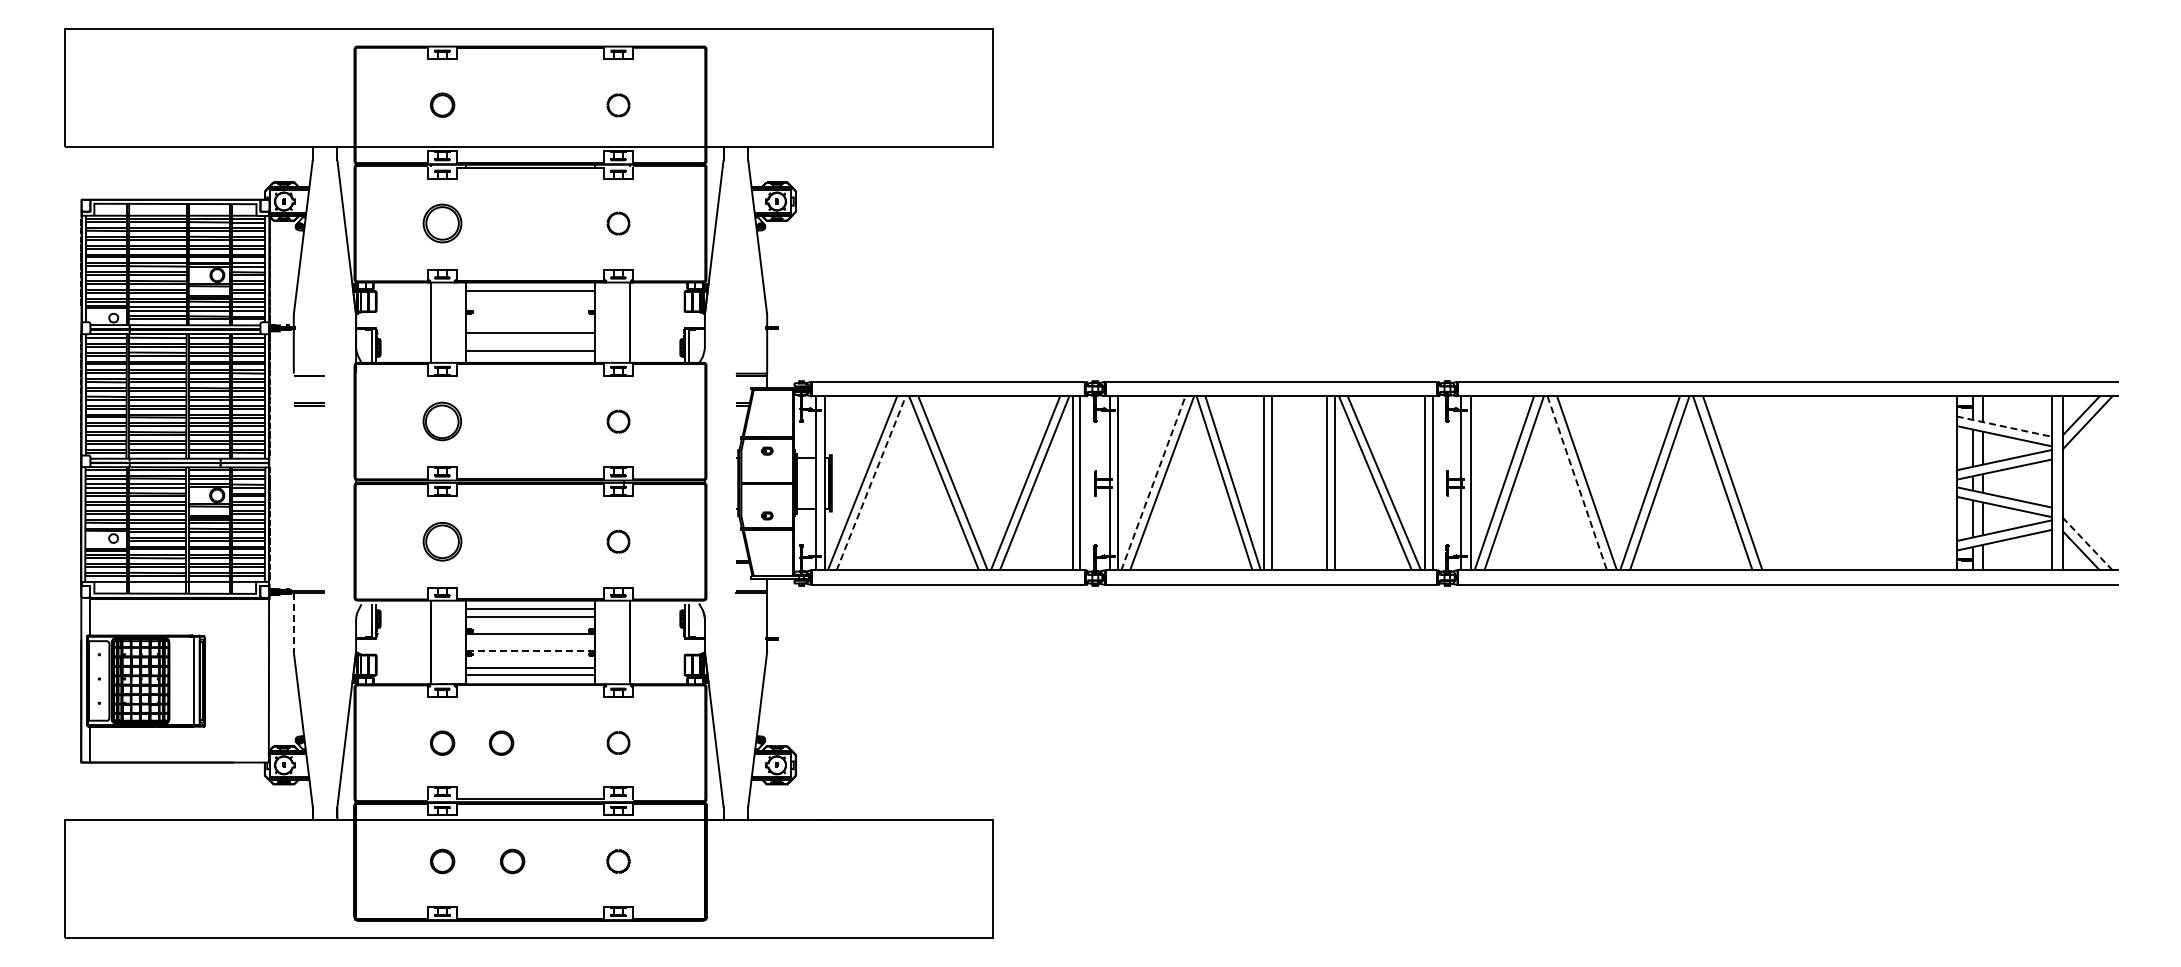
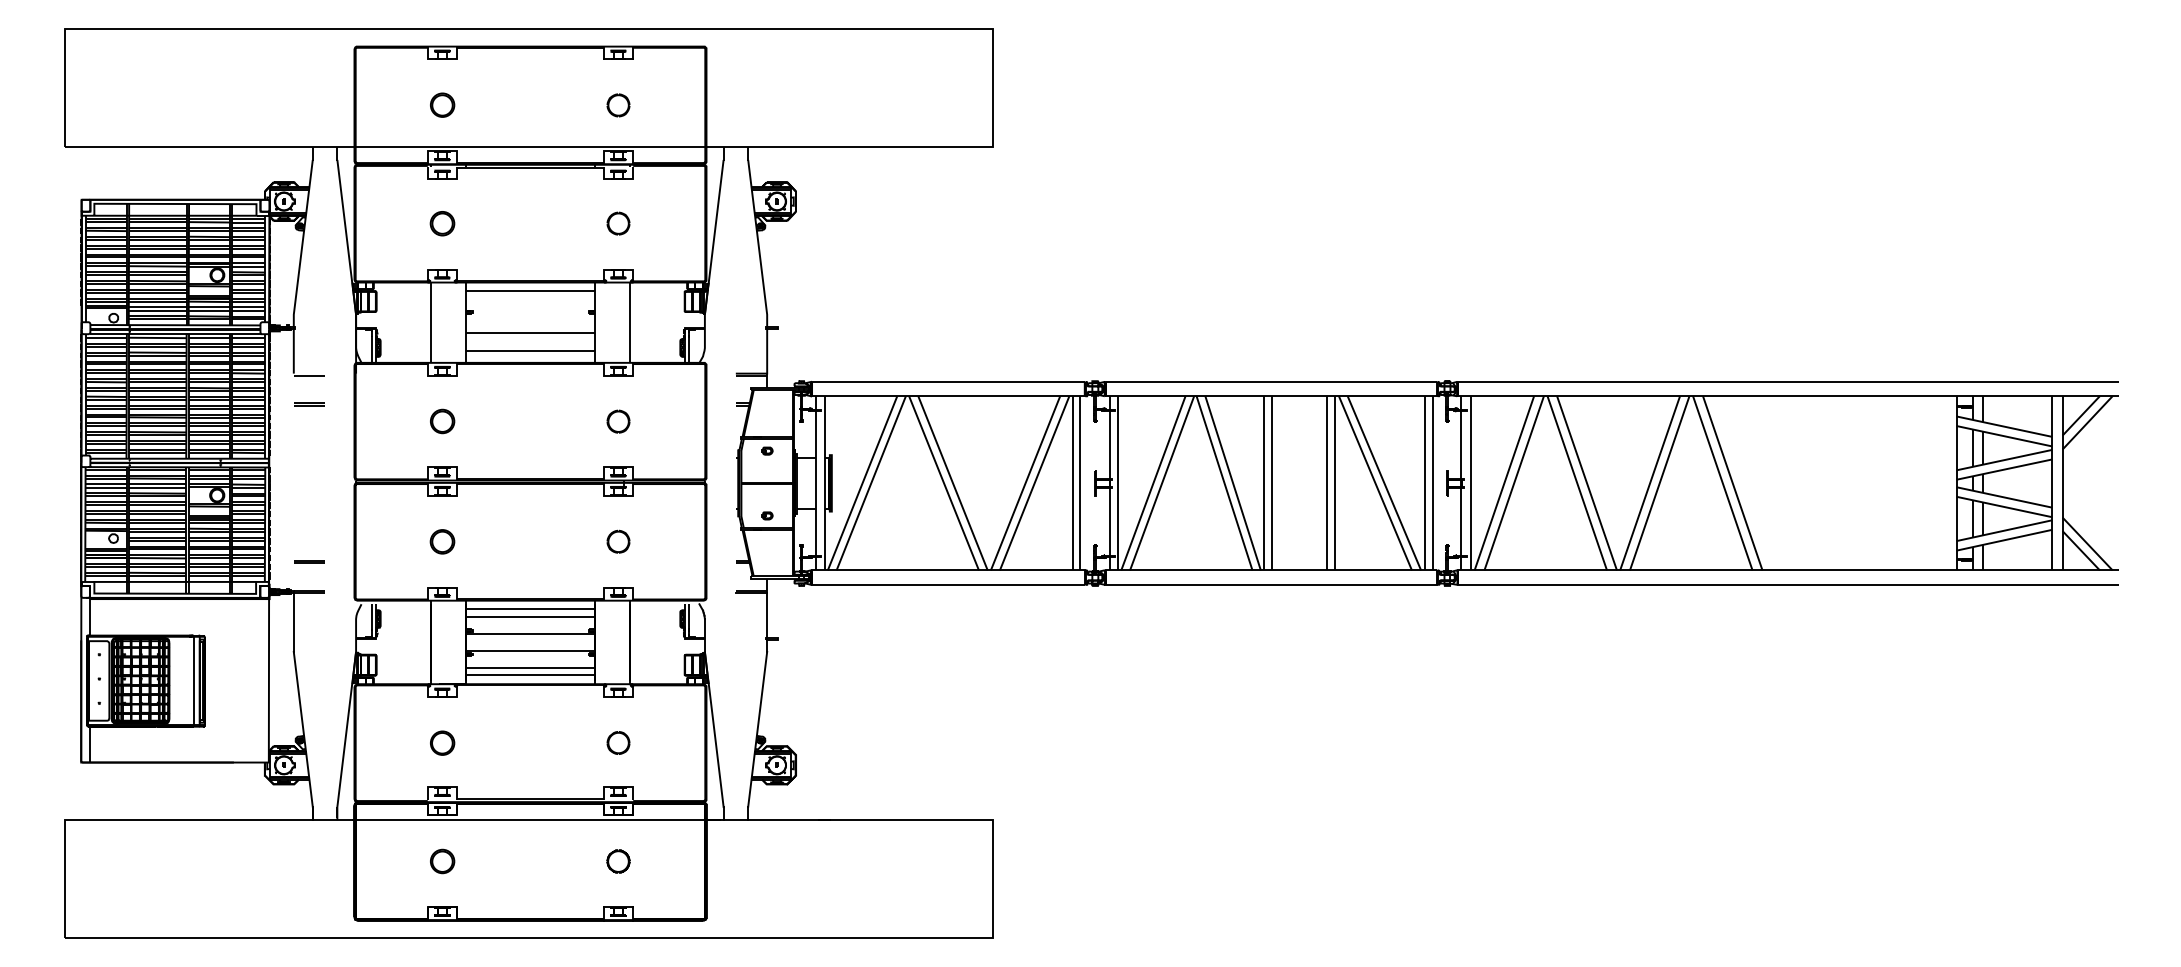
part at (442, 223) size: 41x41 px -> 27x26 px
part at (441, 421) size: 40x41 px -> 26x27 px
line at (2004, 426): dashed -> solid
line at (871, 483): dashed -> solid
line at (1153, 483): dashed -> solid
line at (1577, 483): dashed -> solid
part at (442, 541) size: 41x40 px -> 27x26 px
line at (2087, 544): dashed -> solid
line at (309, 561): none -> present
line at (293, 623): dashed -> solid
line at (530, 650): dashed -> solid
part at (501, 742): present -> none
part at (512, 861): present -> none
